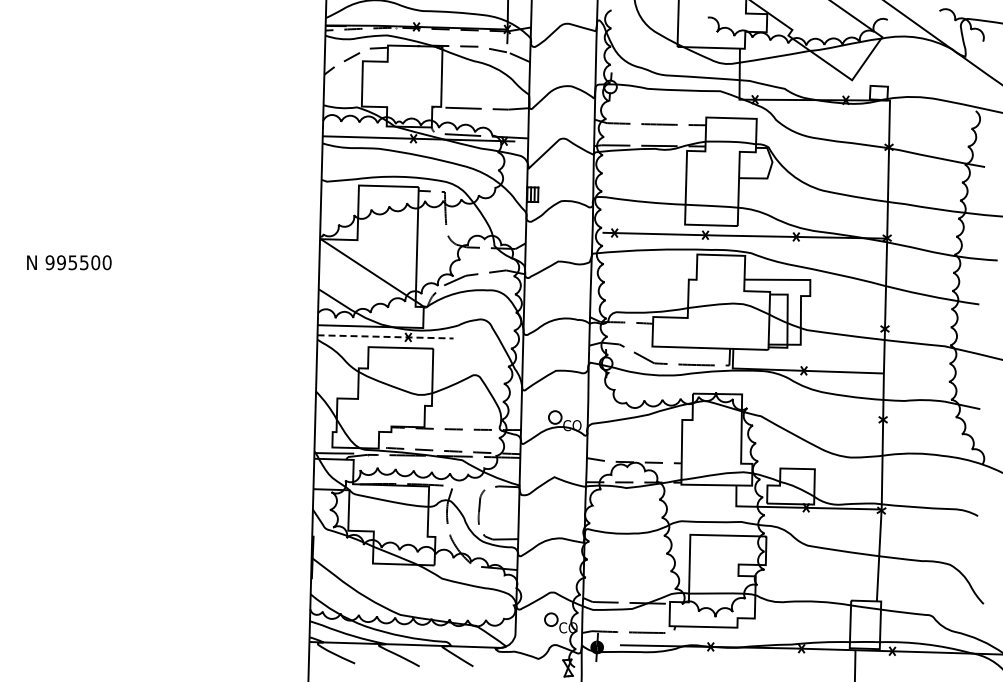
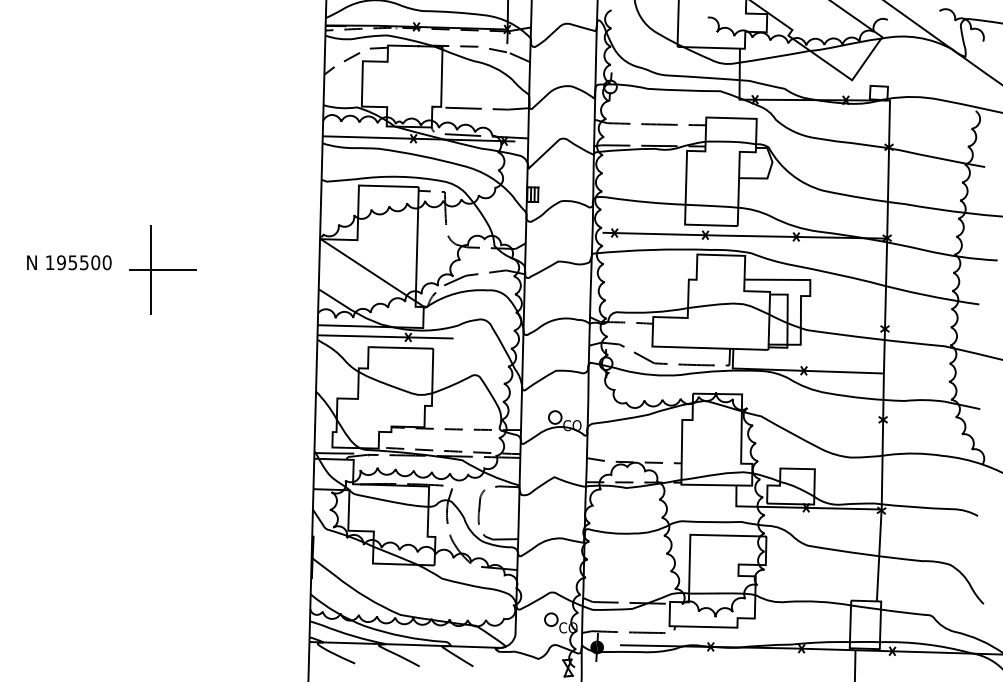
text at (49, 262): 995500 -> 195500
part at (162, 269): none -> present
line at (386, 336): dashed -> solid
